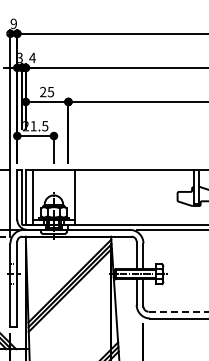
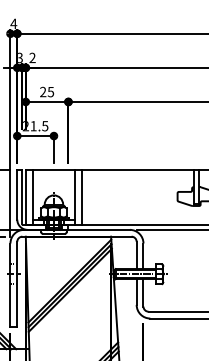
text at (13, 23): 9 -> 4
text at (32, 57): 4 -> 2
line at (82, 197): none -> present
line at (178, 311): dashed -> solid
